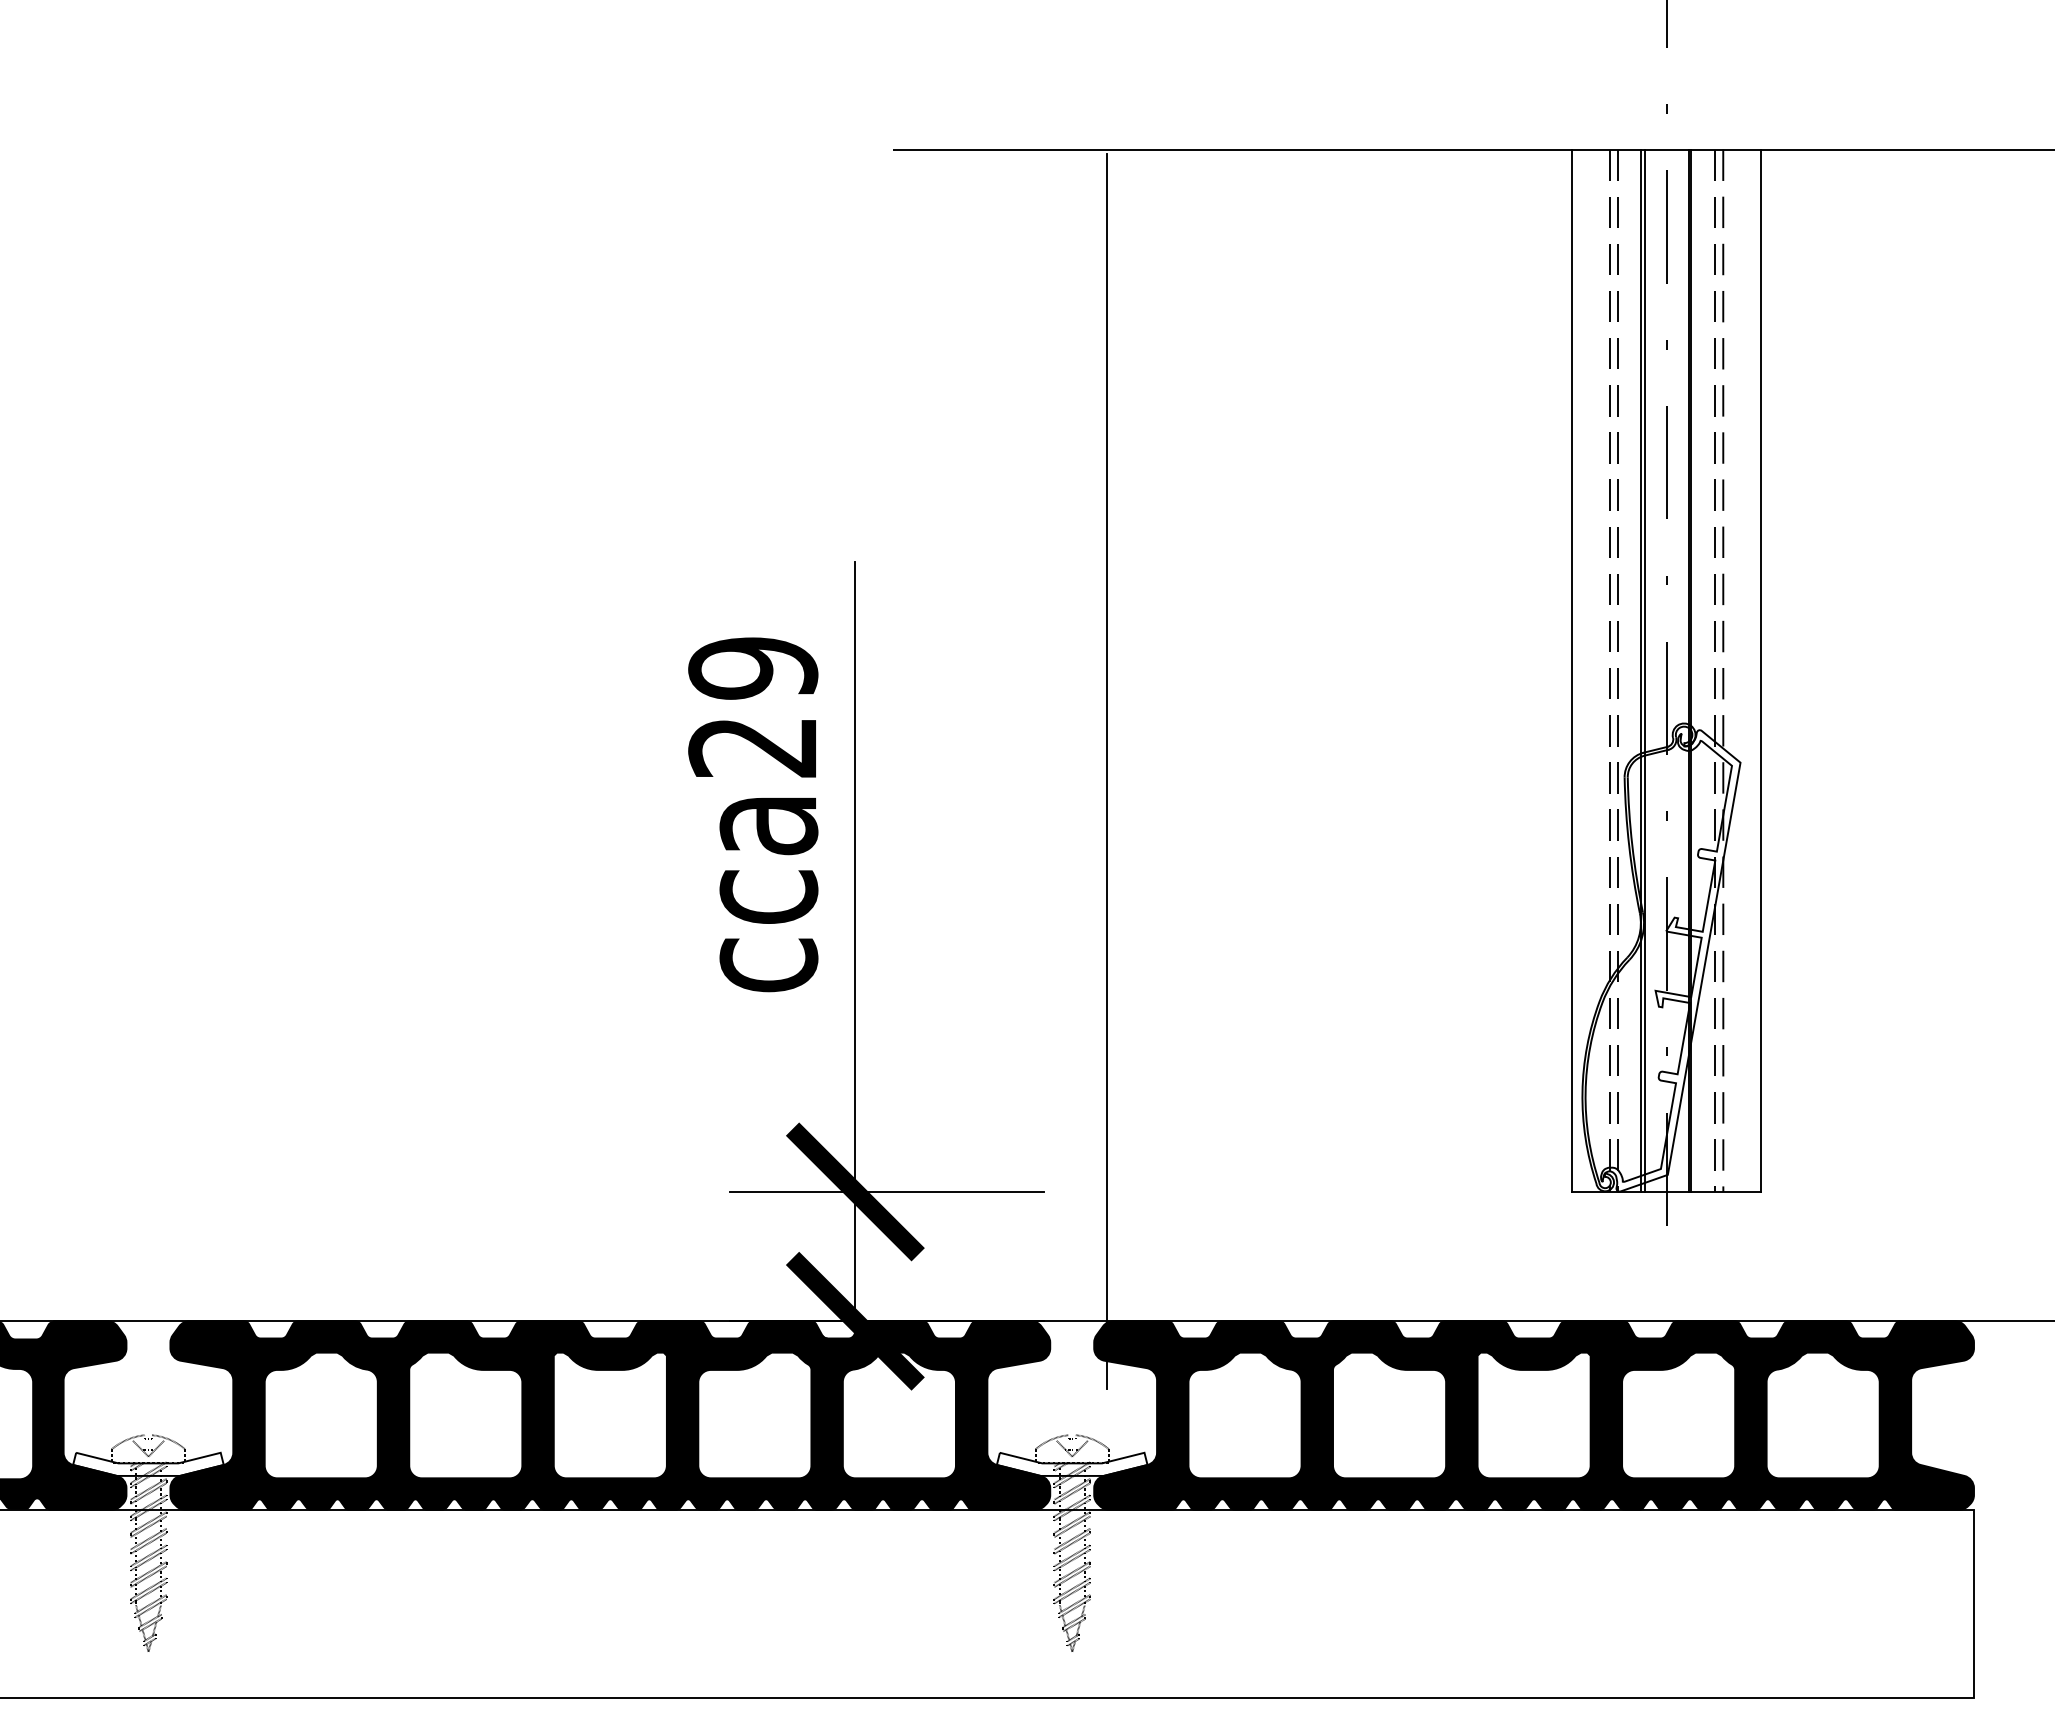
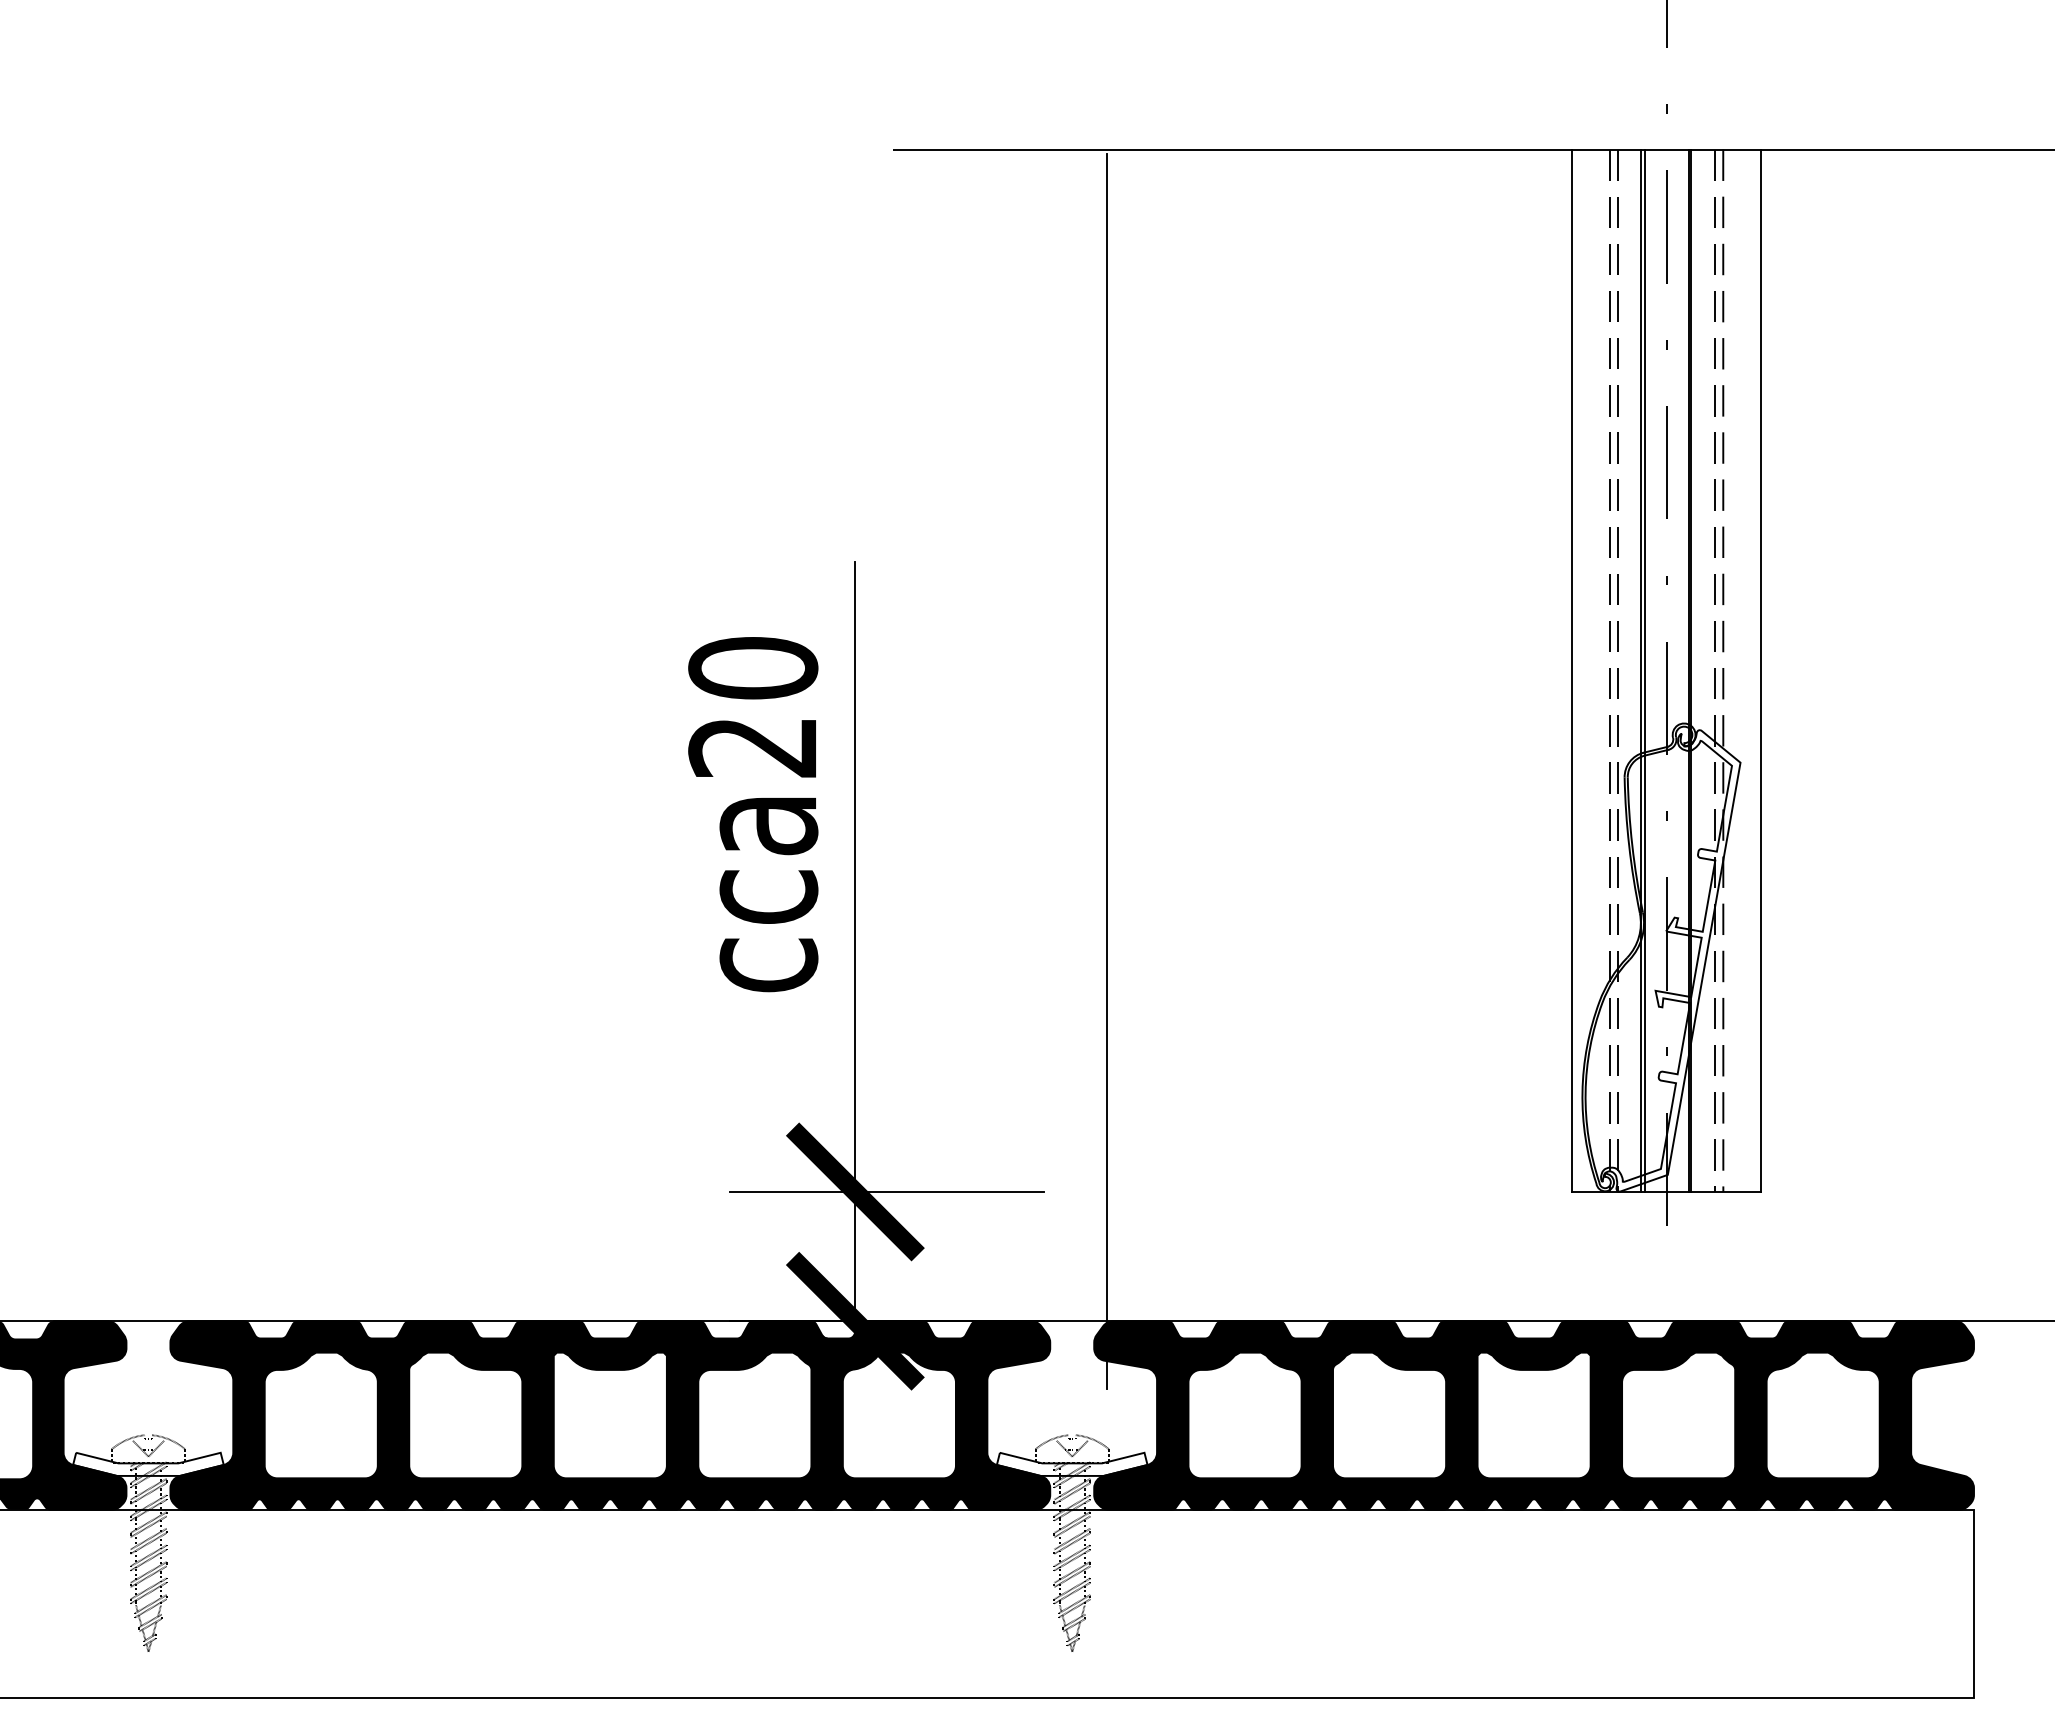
text at (753, 668): cca29 -> cca20
